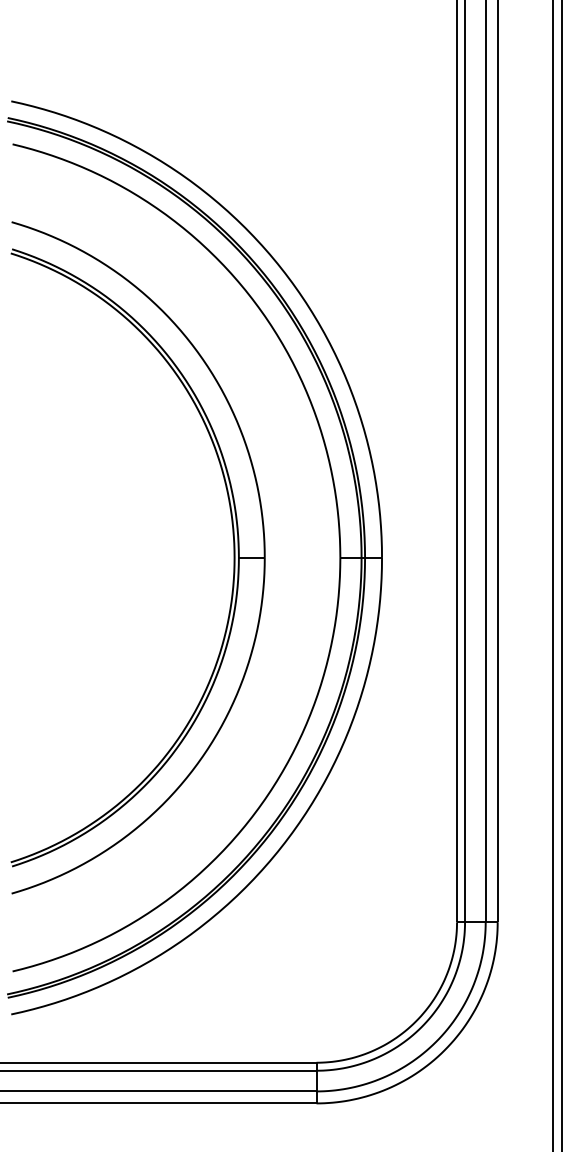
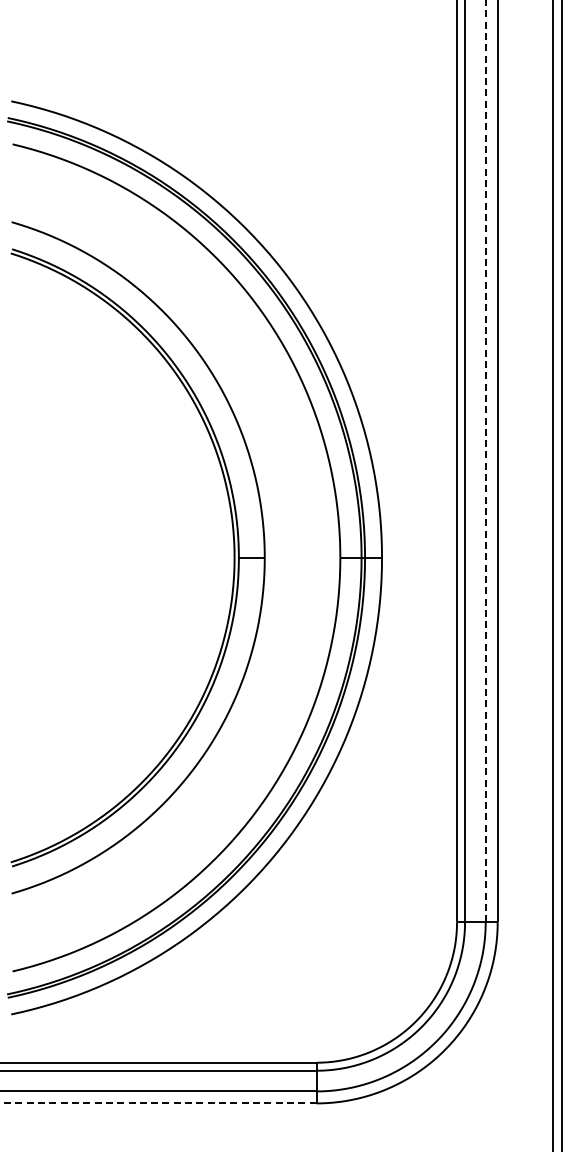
line at (485, 461): solid -> dashed
line at (158, 1103): solid -> dashed
